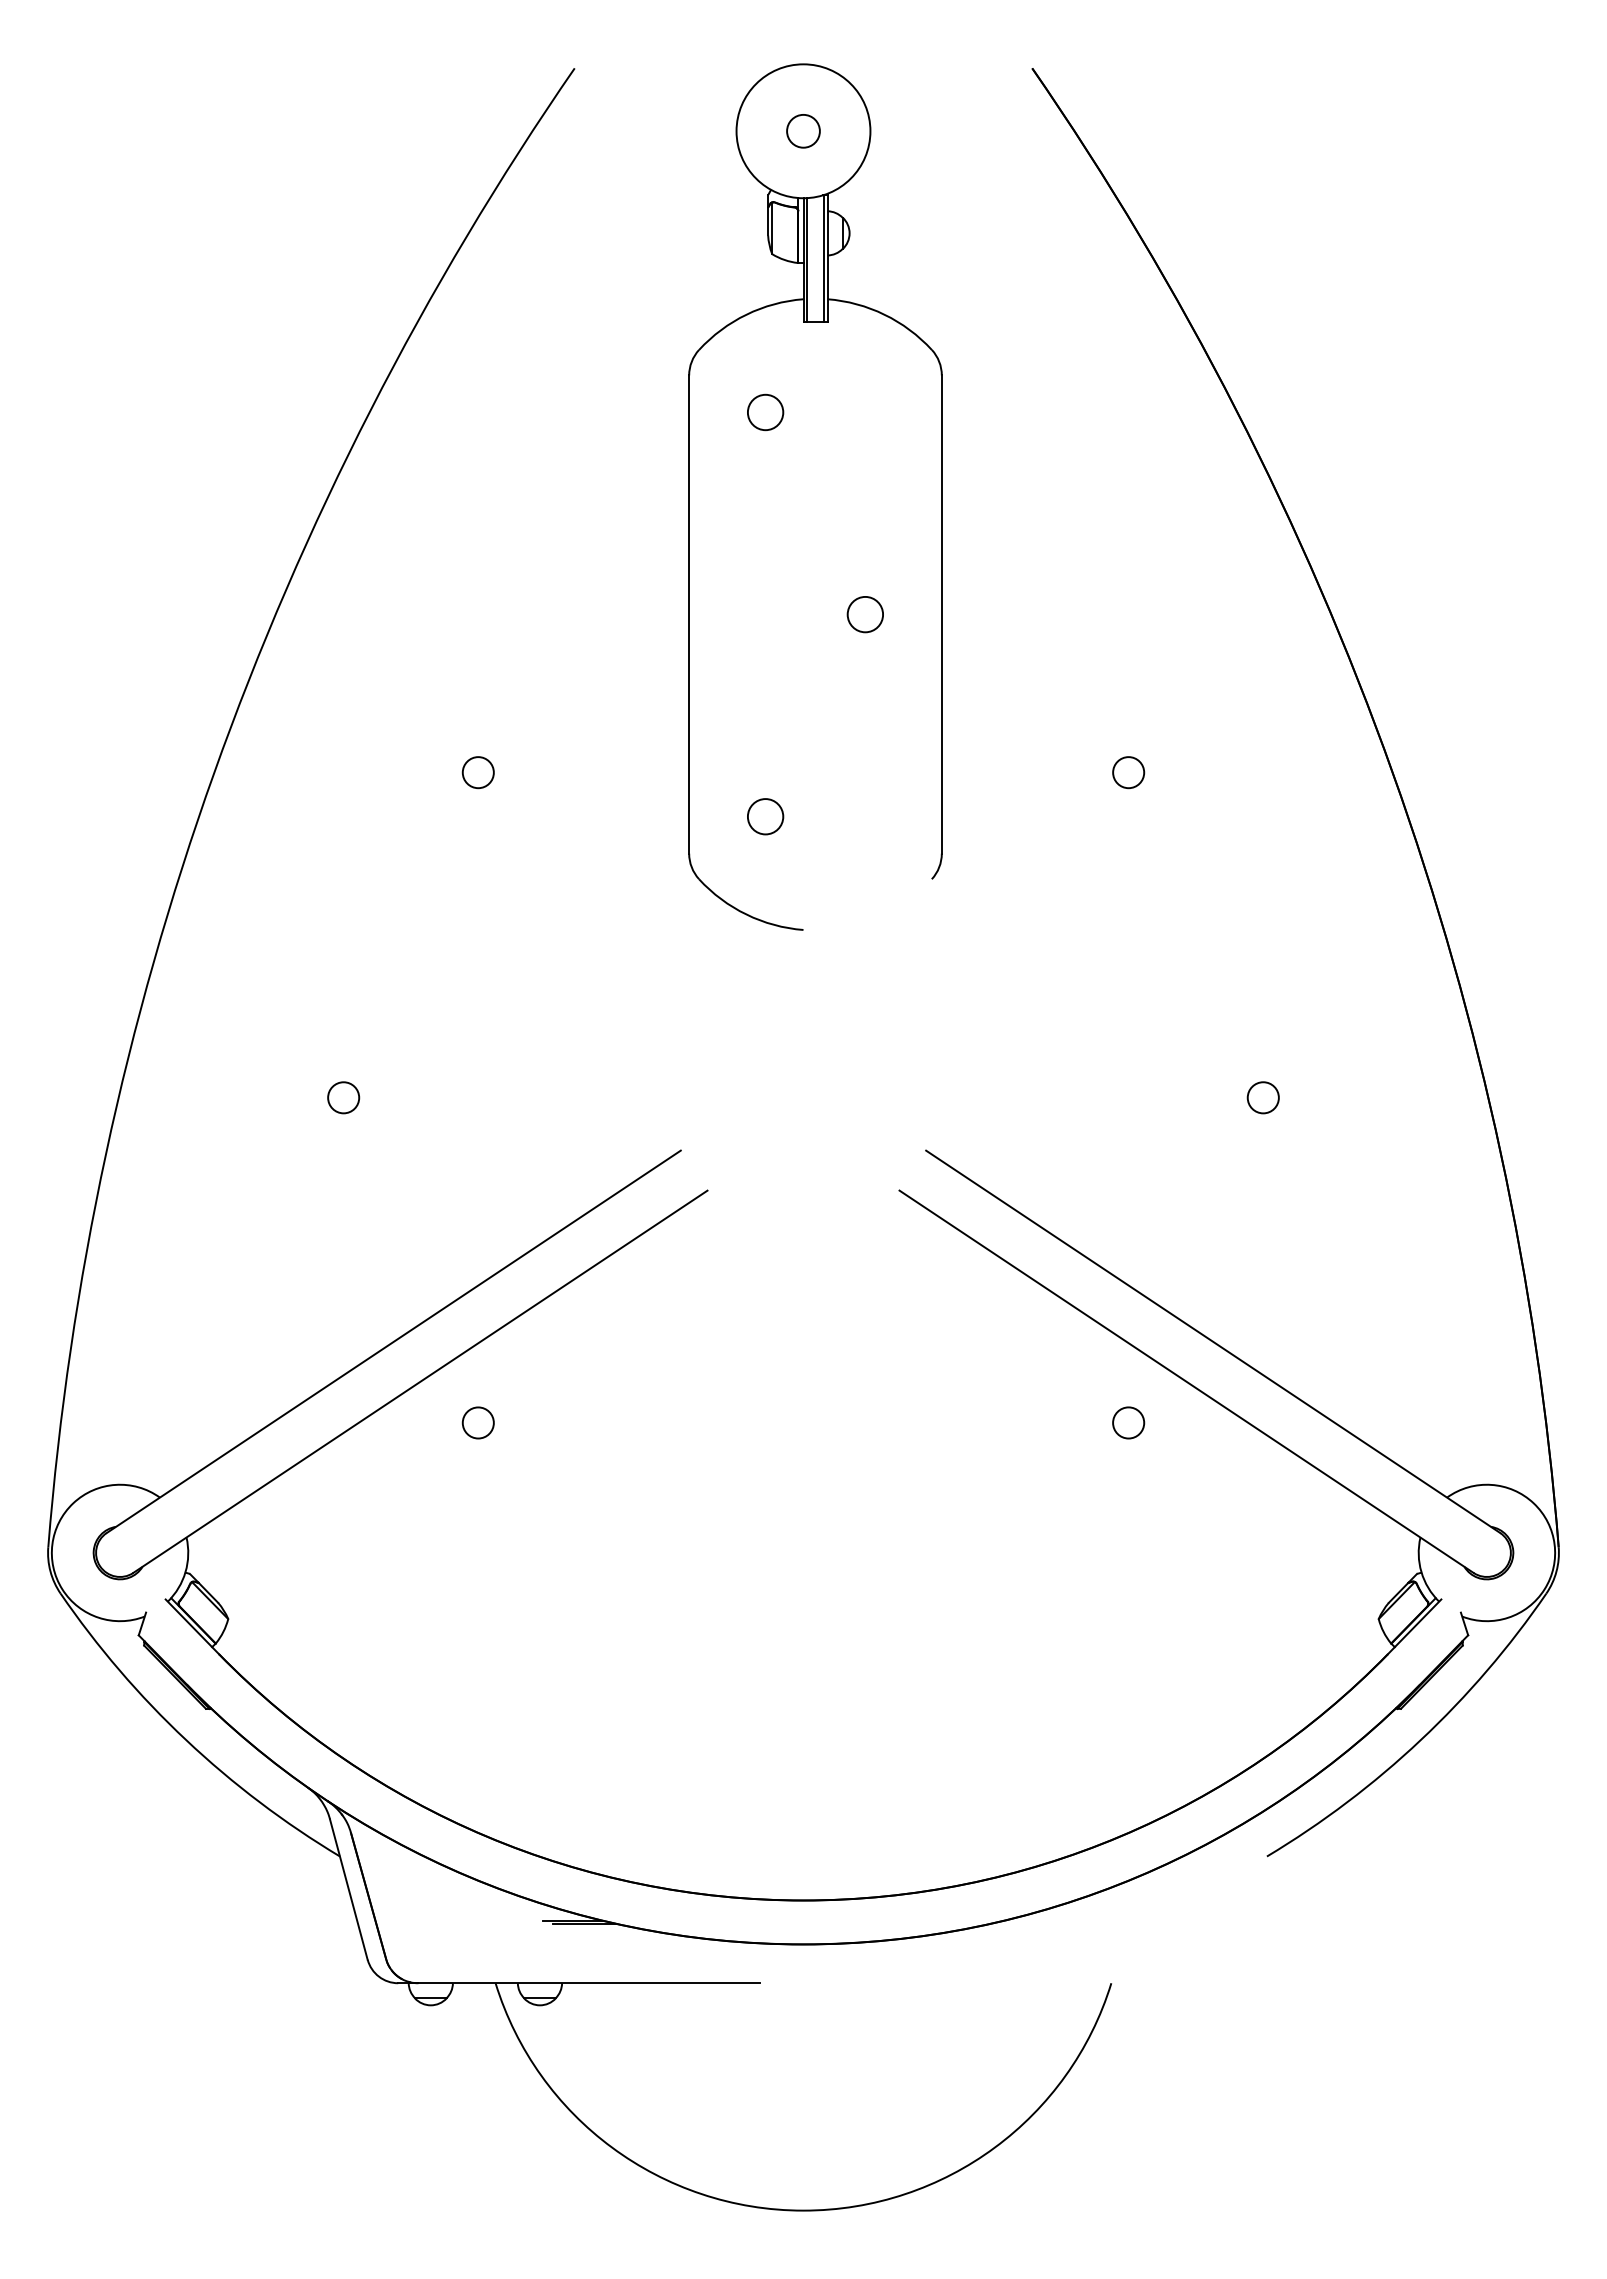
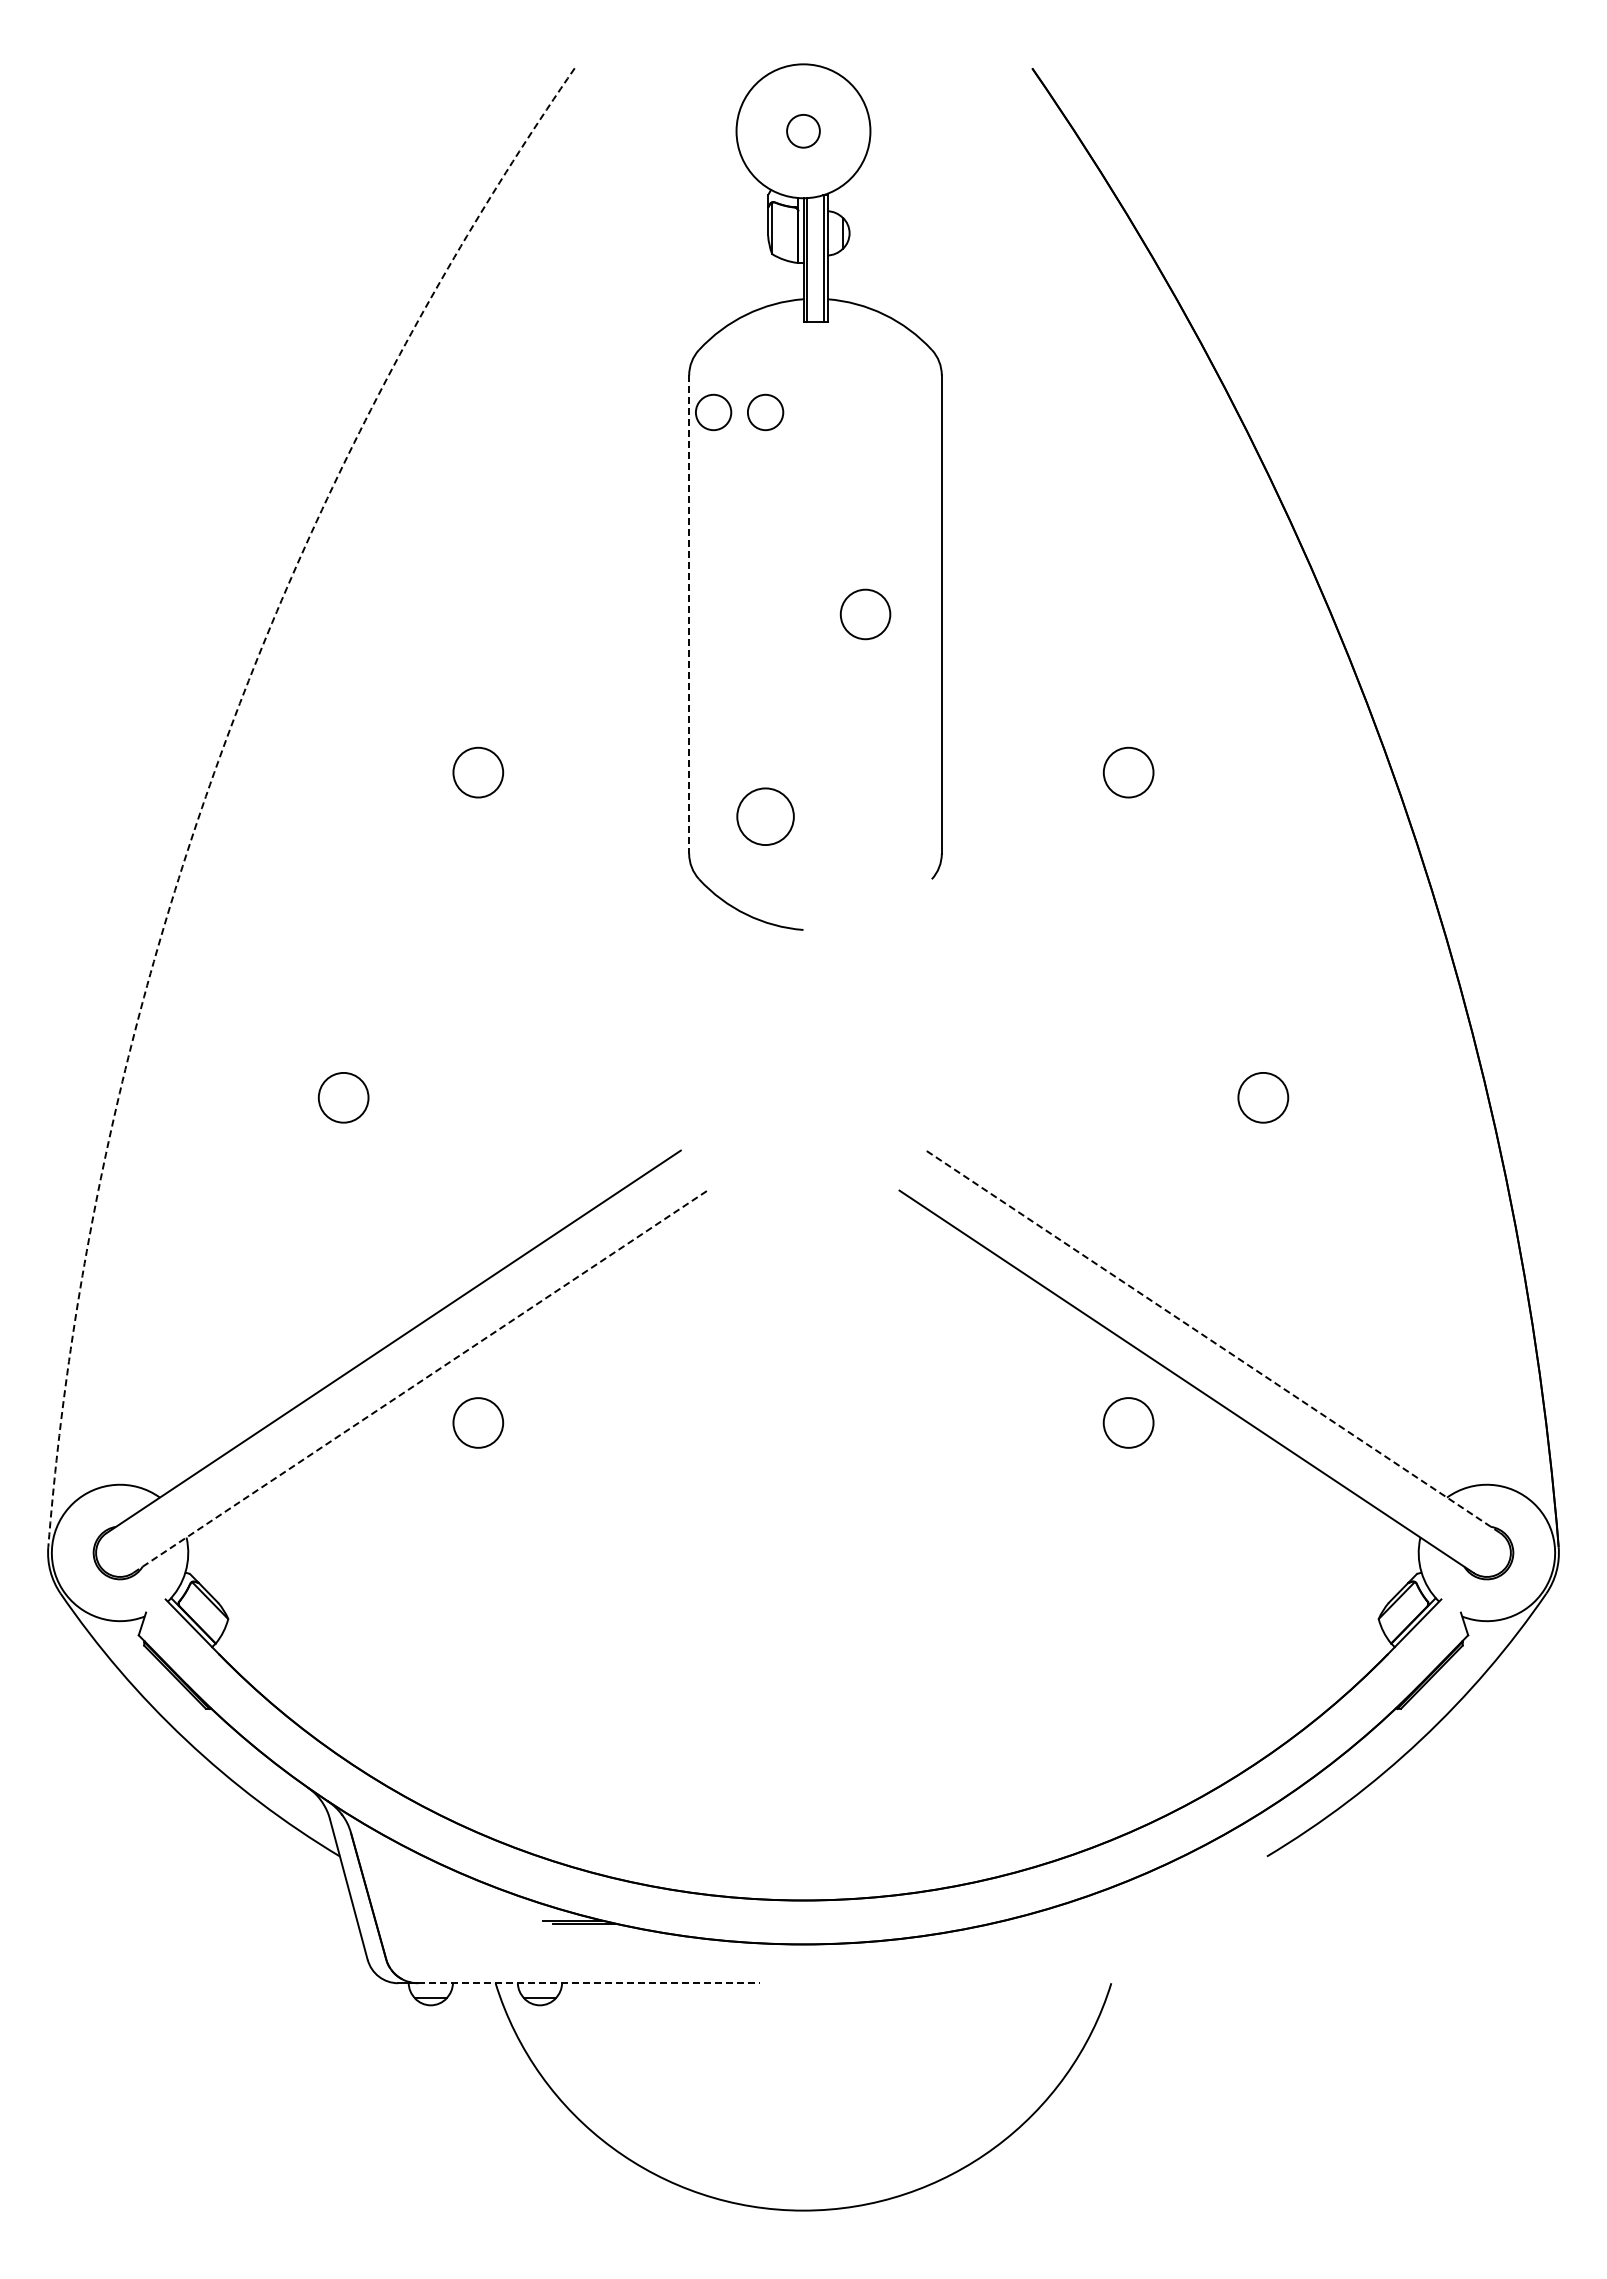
circle at (713, 412): none -> present
circle at (864, 614) size: 38x38 px -> 53x53 px
line at (689, 615): solid -> dashed
circle at (477, 772) diameter: 31 px -> 50 px
circle at (1128, 772) diameter: 31 px -> 50 px
arc at (214, 773): solid -> dashed
circle at (765, 816) diameter: 35 px -> 57 px
circle at (343, 1097) diameter: 31 px -> 50 px
circle at (1262, 1097) diameter: 31 px -> 50 px
line at (1213, 1341): solid -> dashed
line at (420, 1381): solid -> dashed
circle at (477, 1422) diameter: 31 px -> 50 px
circle at (1128, 1422) diameter: 31 px -> 50 px
line at (588, 1983): solid -> dashed
